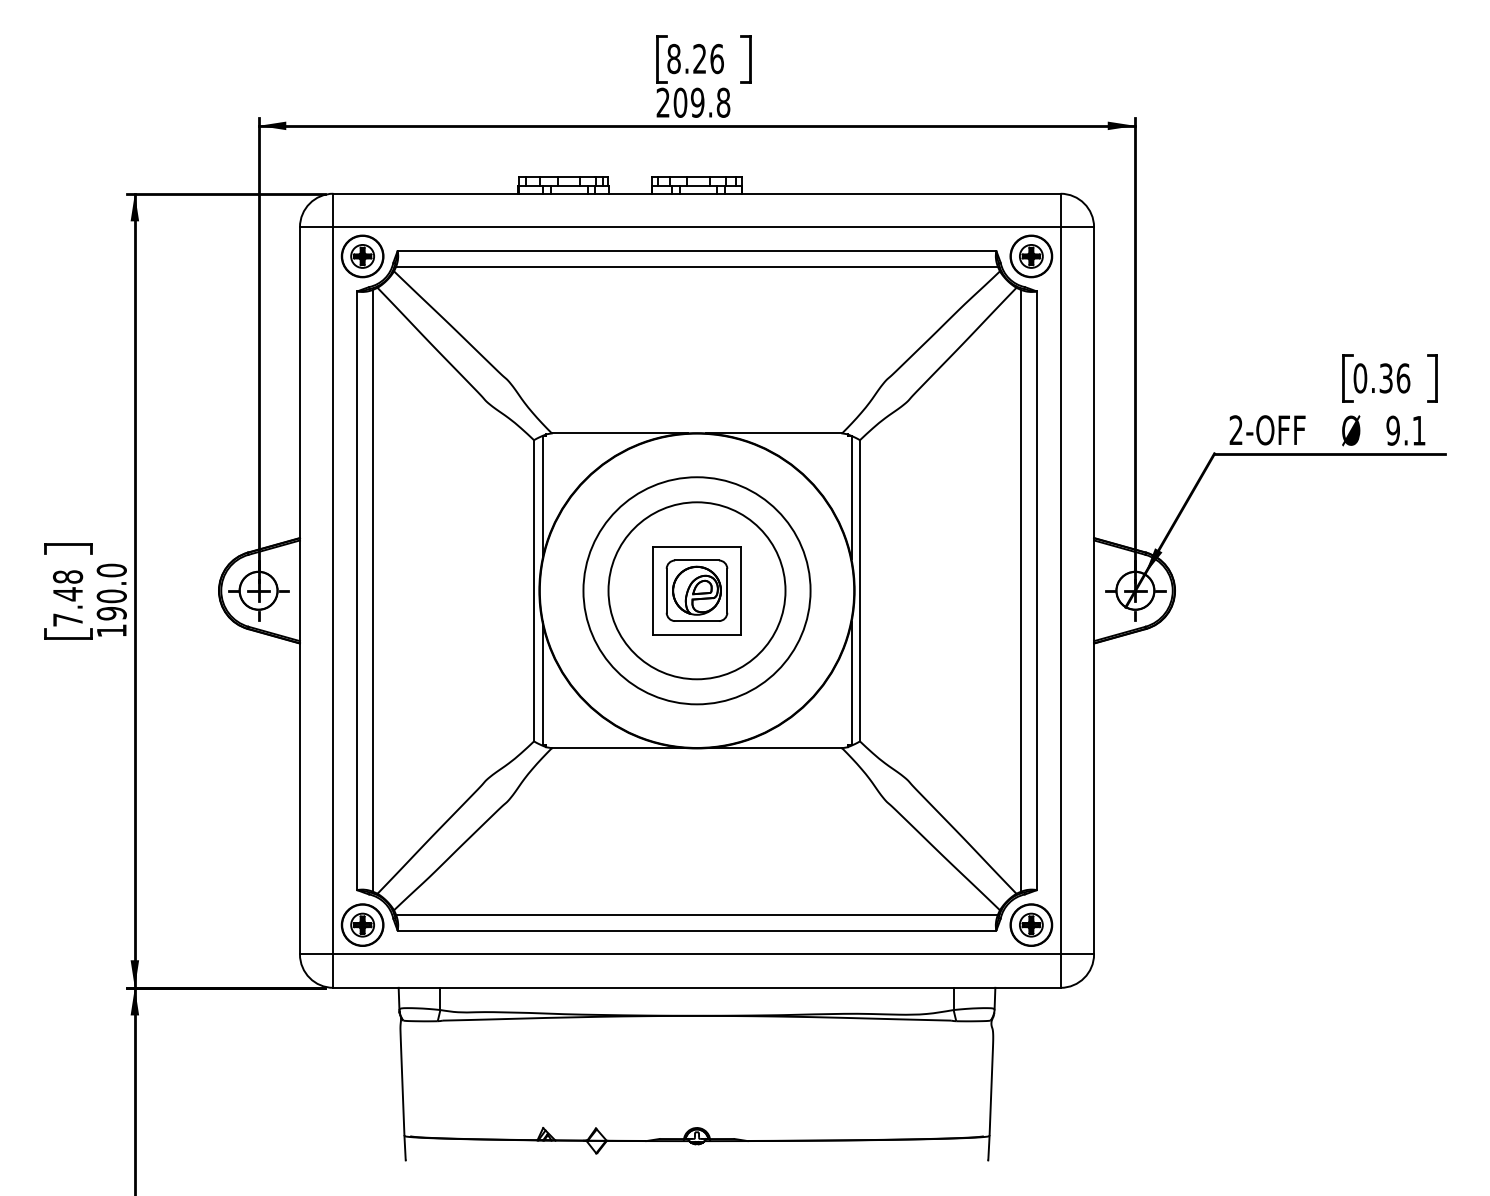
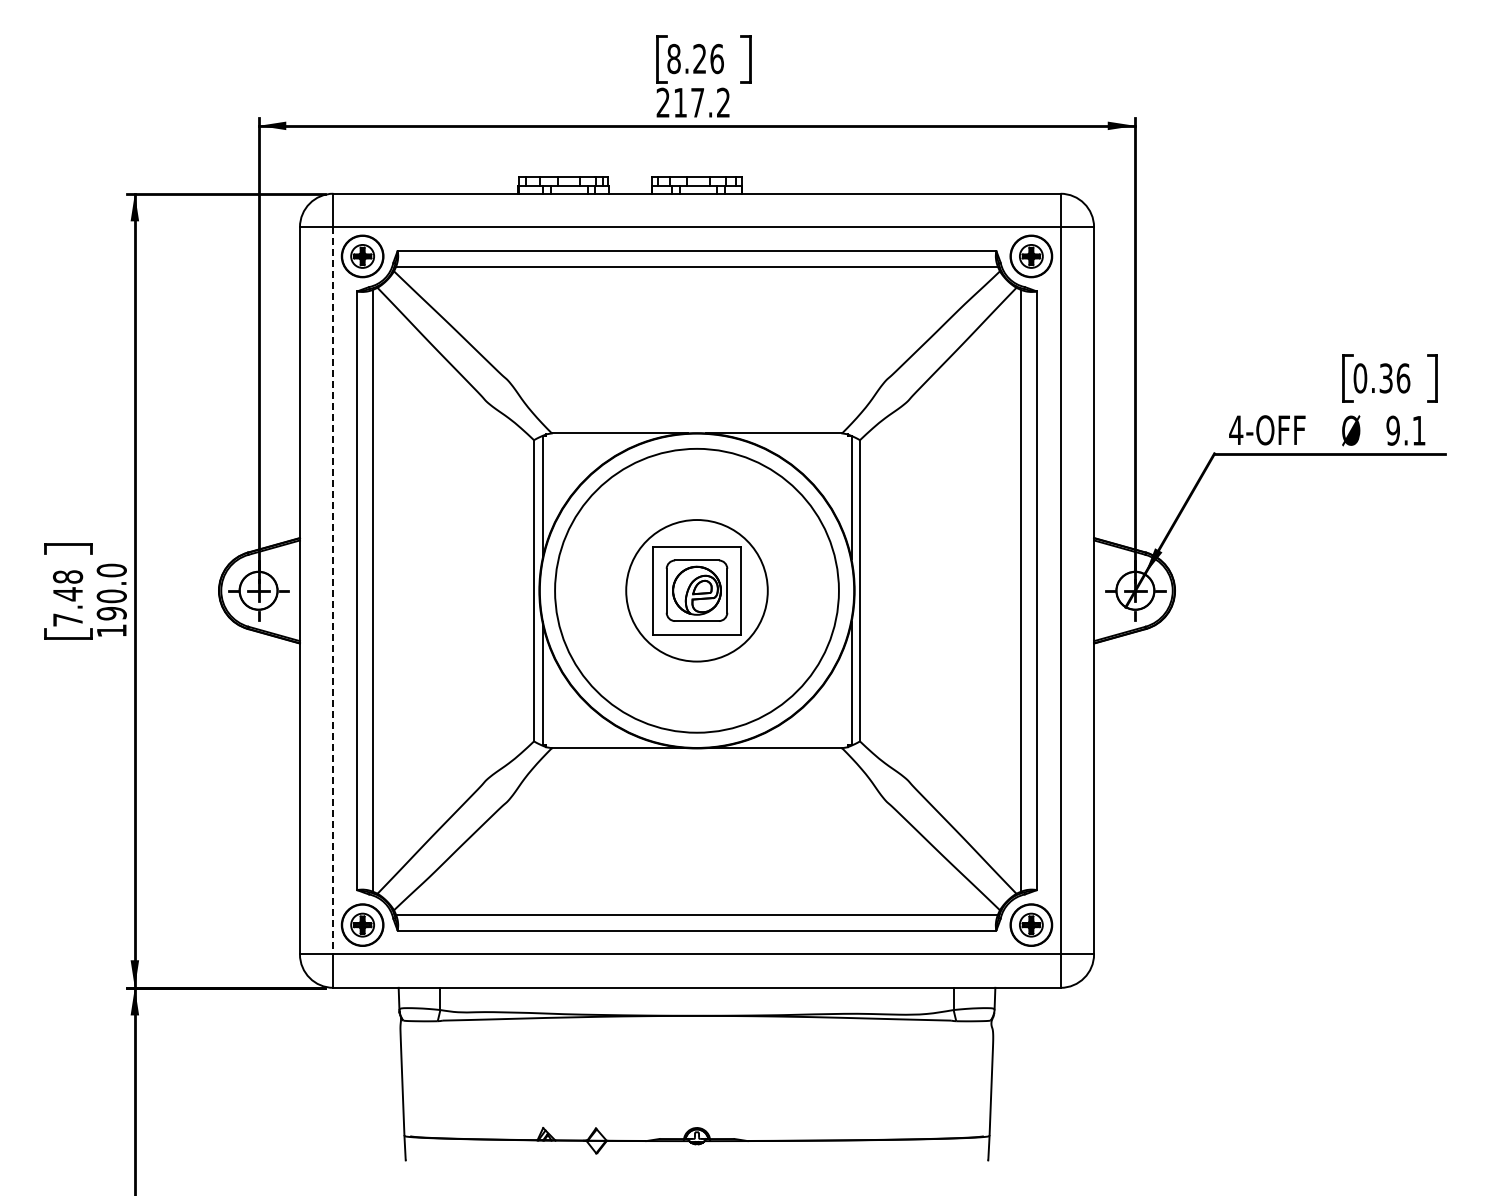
text at (701, 102): 209.8 -> 217.2
text at (1236, 429): 2-OFF -> 4-OFF
line at (333, 590): solid -> dashed
circle at (696, 590) diameter: 177 px -> 142 px
circle at (696, 590) diameter: 227 px -> 284 px
